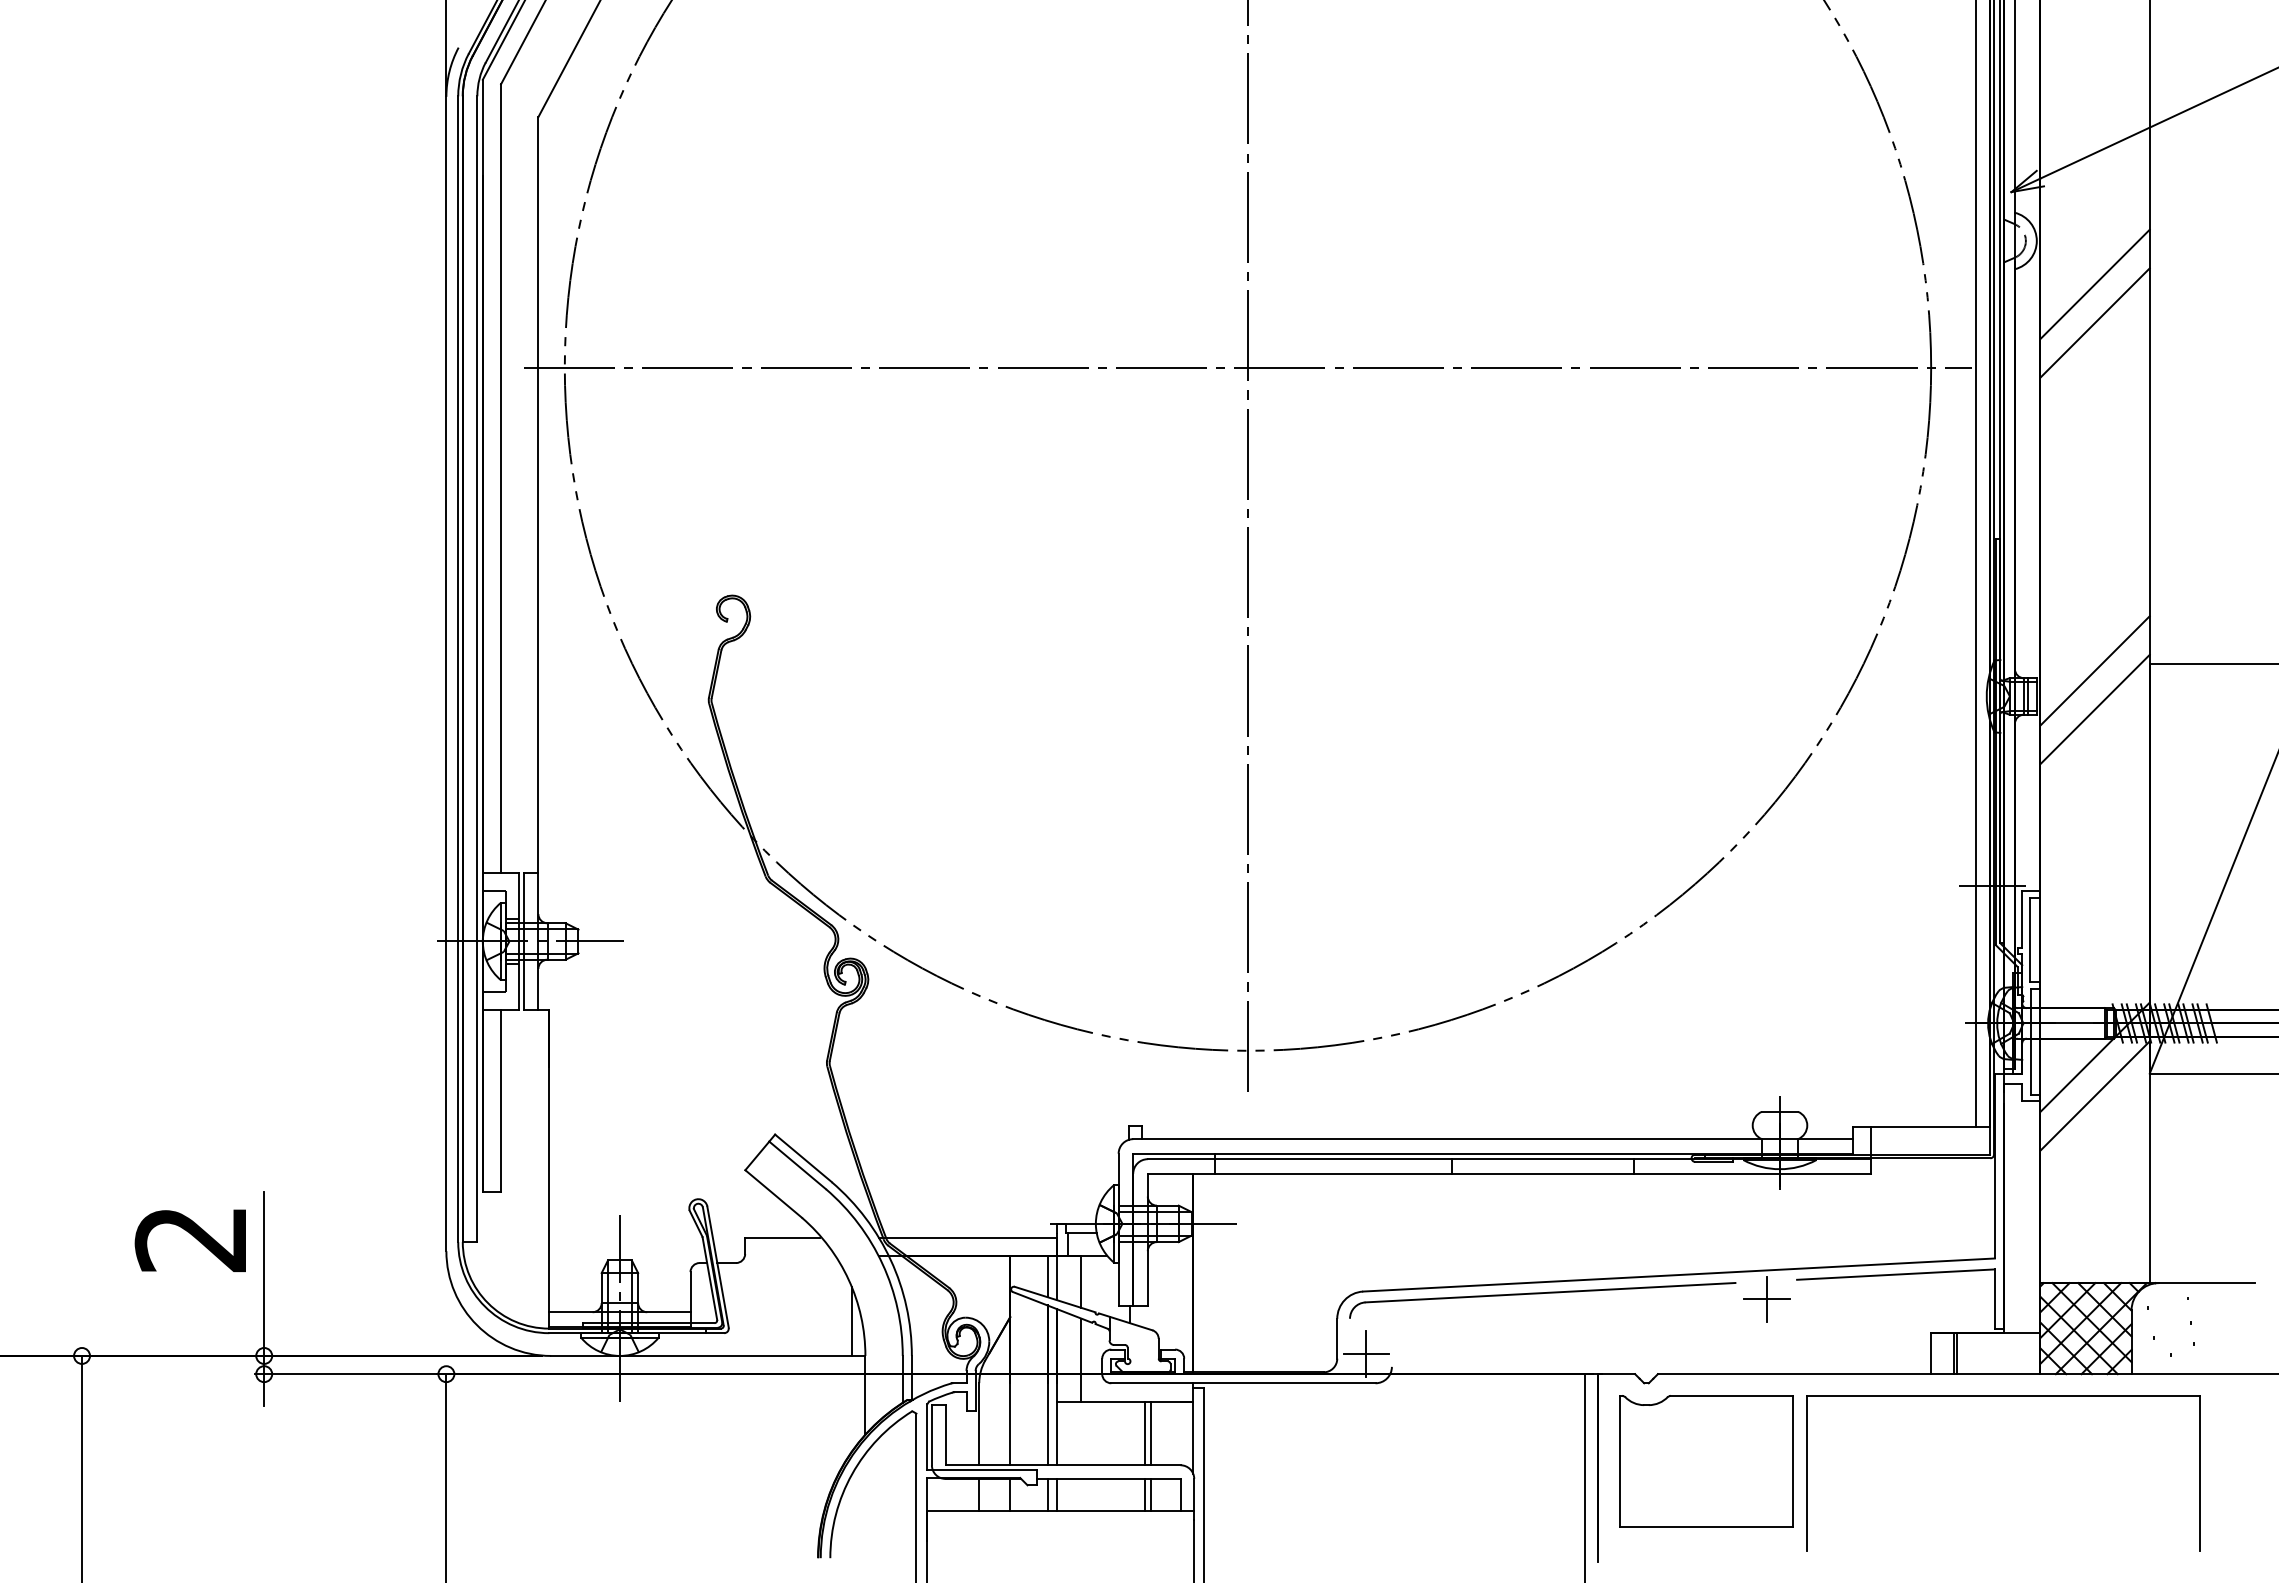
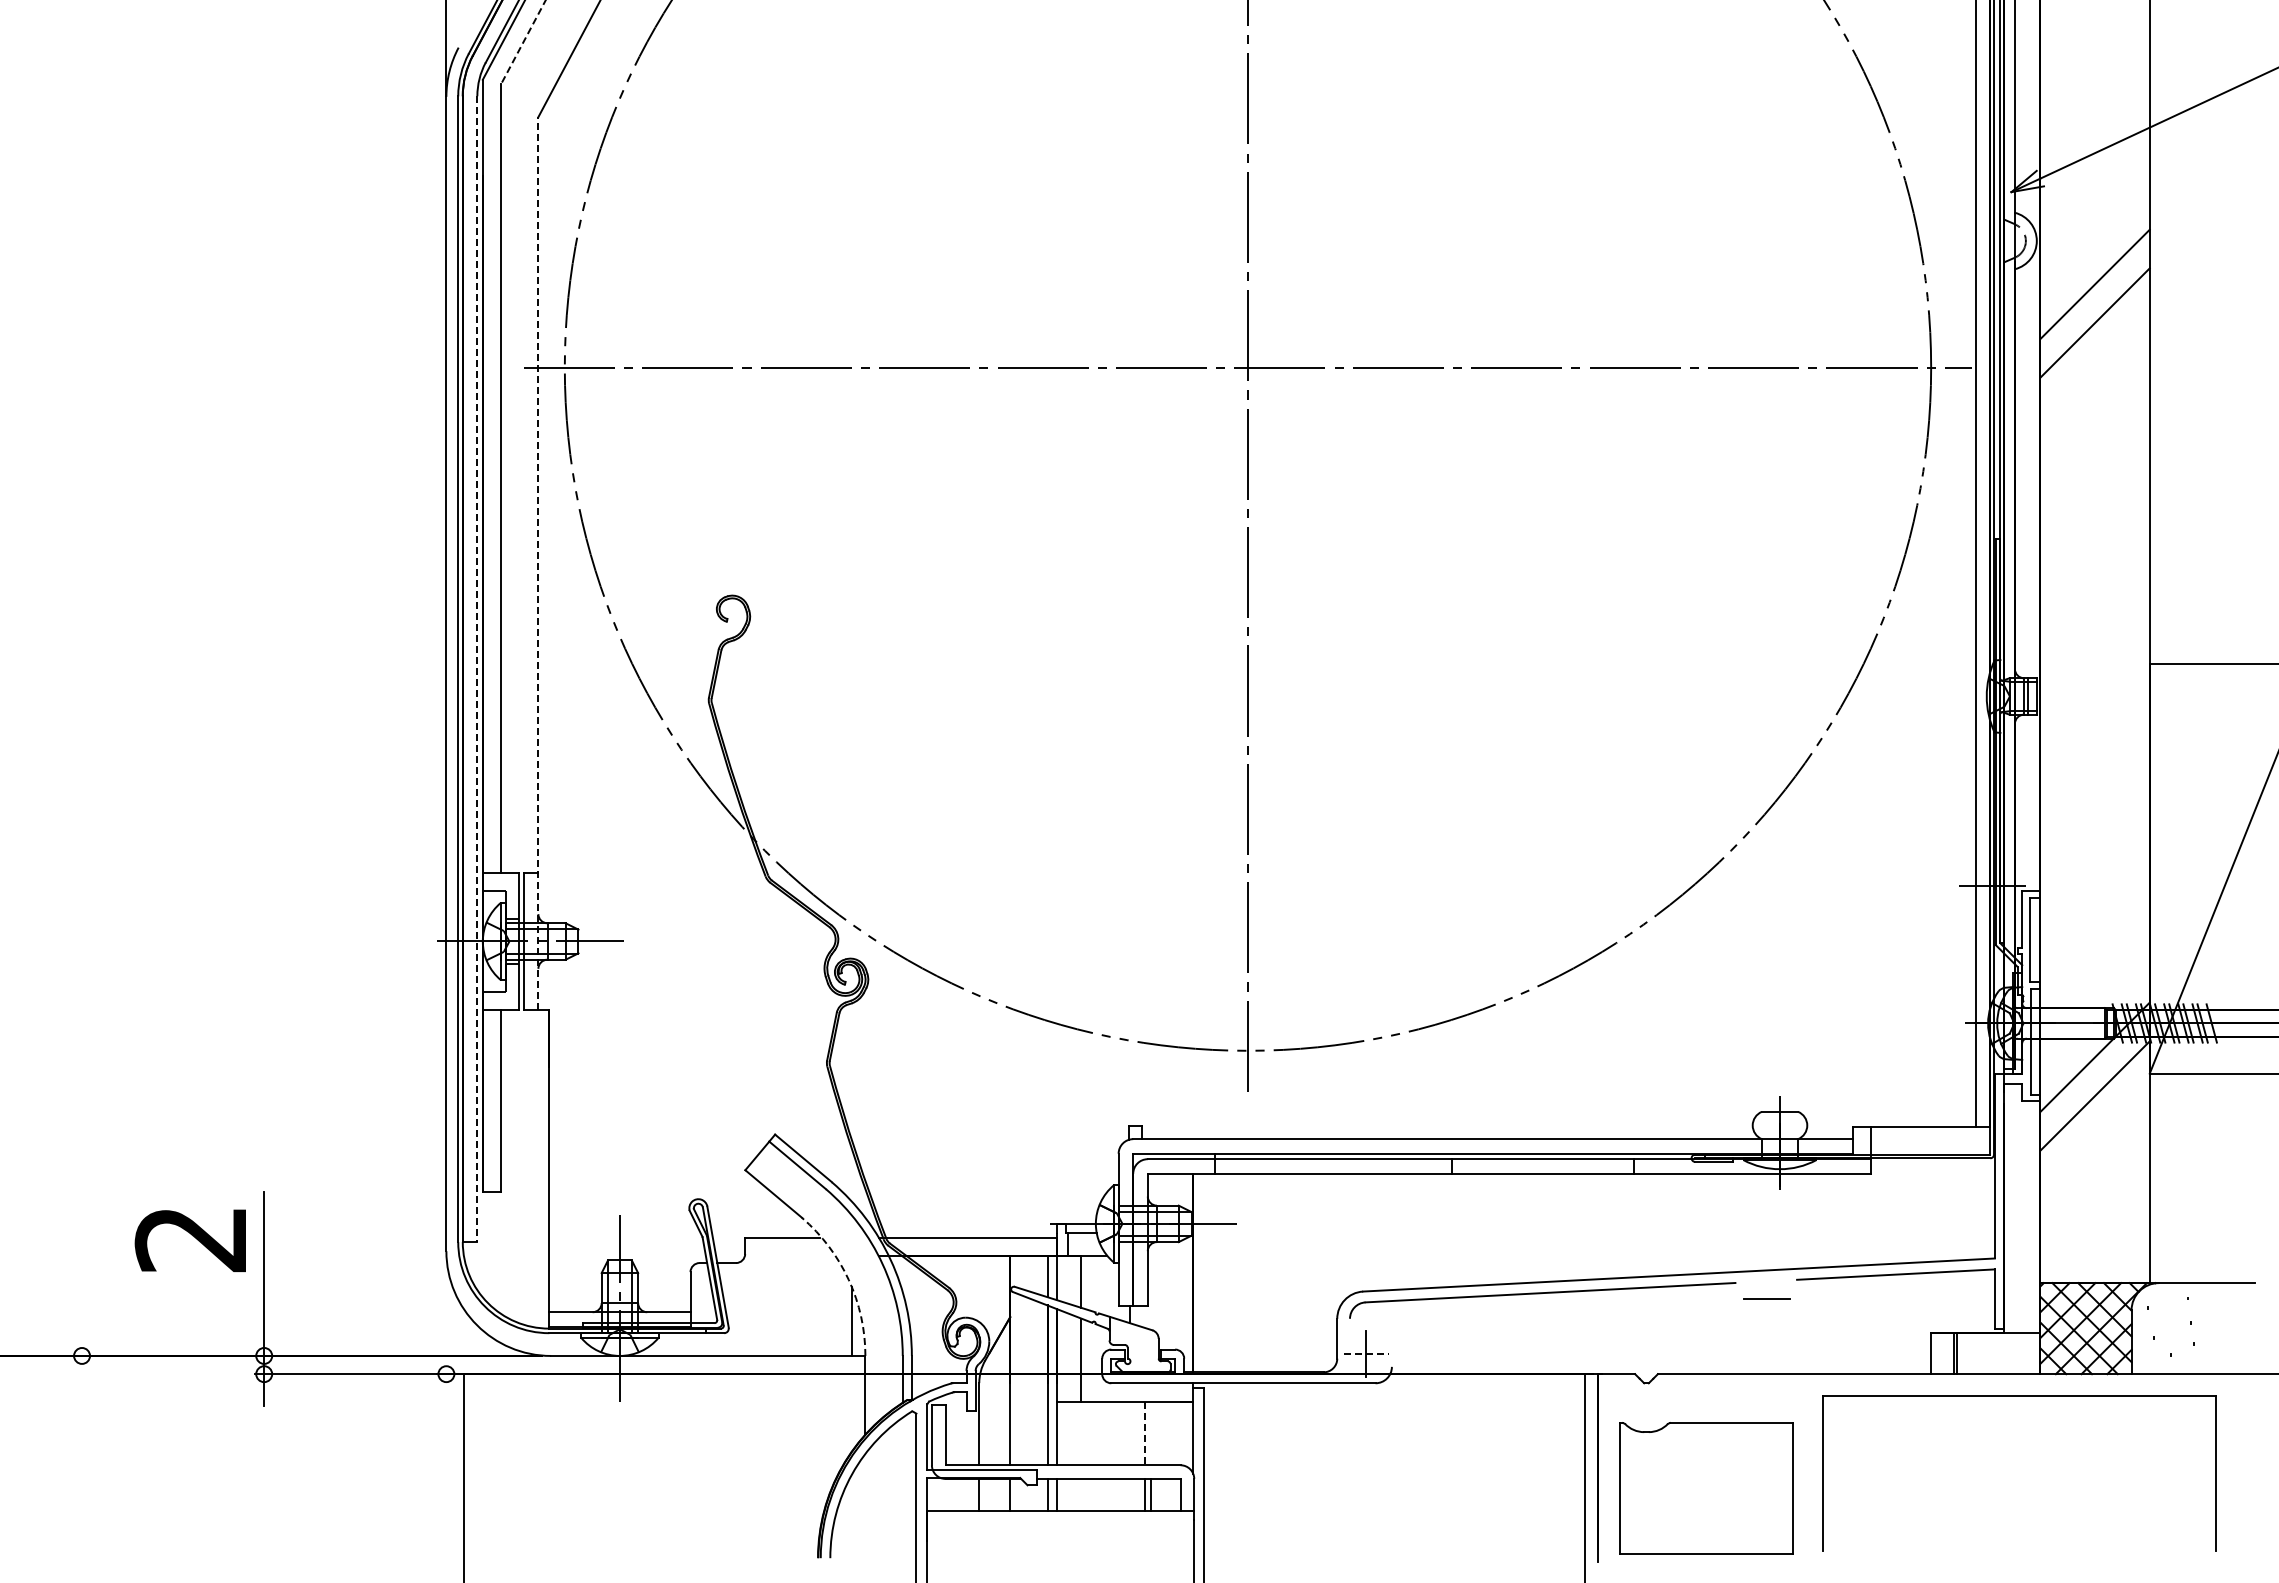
line at (523, 42): solid -> dashed
line at (538, 562): solid -> dashed
line at (477, 669): solid -> dashed
line at (2094, 670): present -> none
line at (2094, 709): present -> none
arc at (848, 1279): solid -> dashed
line at (1767, 1299): present -> none
line at (1366, 1354): solid -> dashed
part at (2003, 1396) position: (2003, 1396) -> (2019, 1396)
line at (1145, 1433): solid -> dashed
line at (1150, 1433): present -> none
part at (1706, 1461) position: (1706, 1461) -> (1706, 1488)
line at (82, 1467): present -> none
line at (446, 1476) position: (446, 1476) -> (464, 1476)
